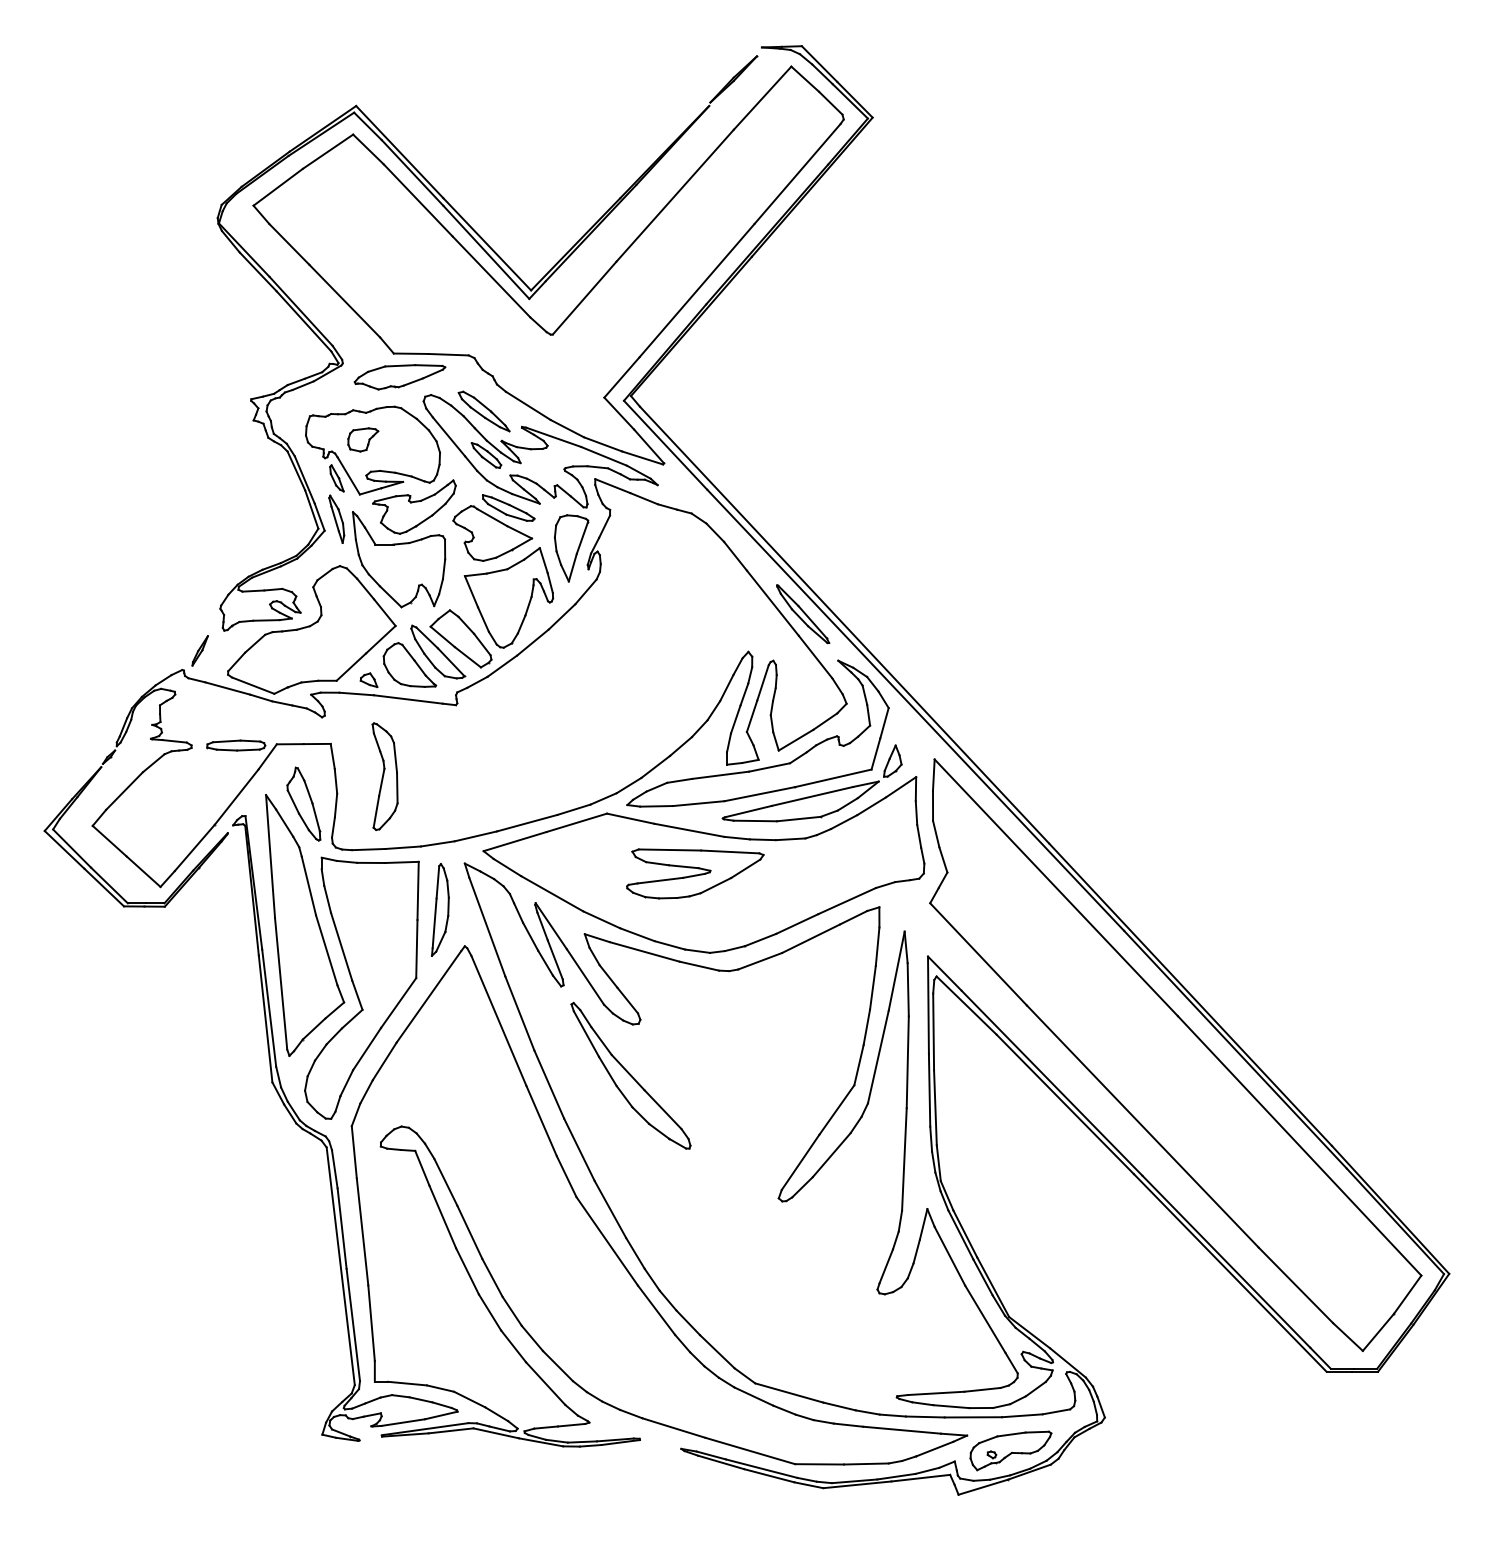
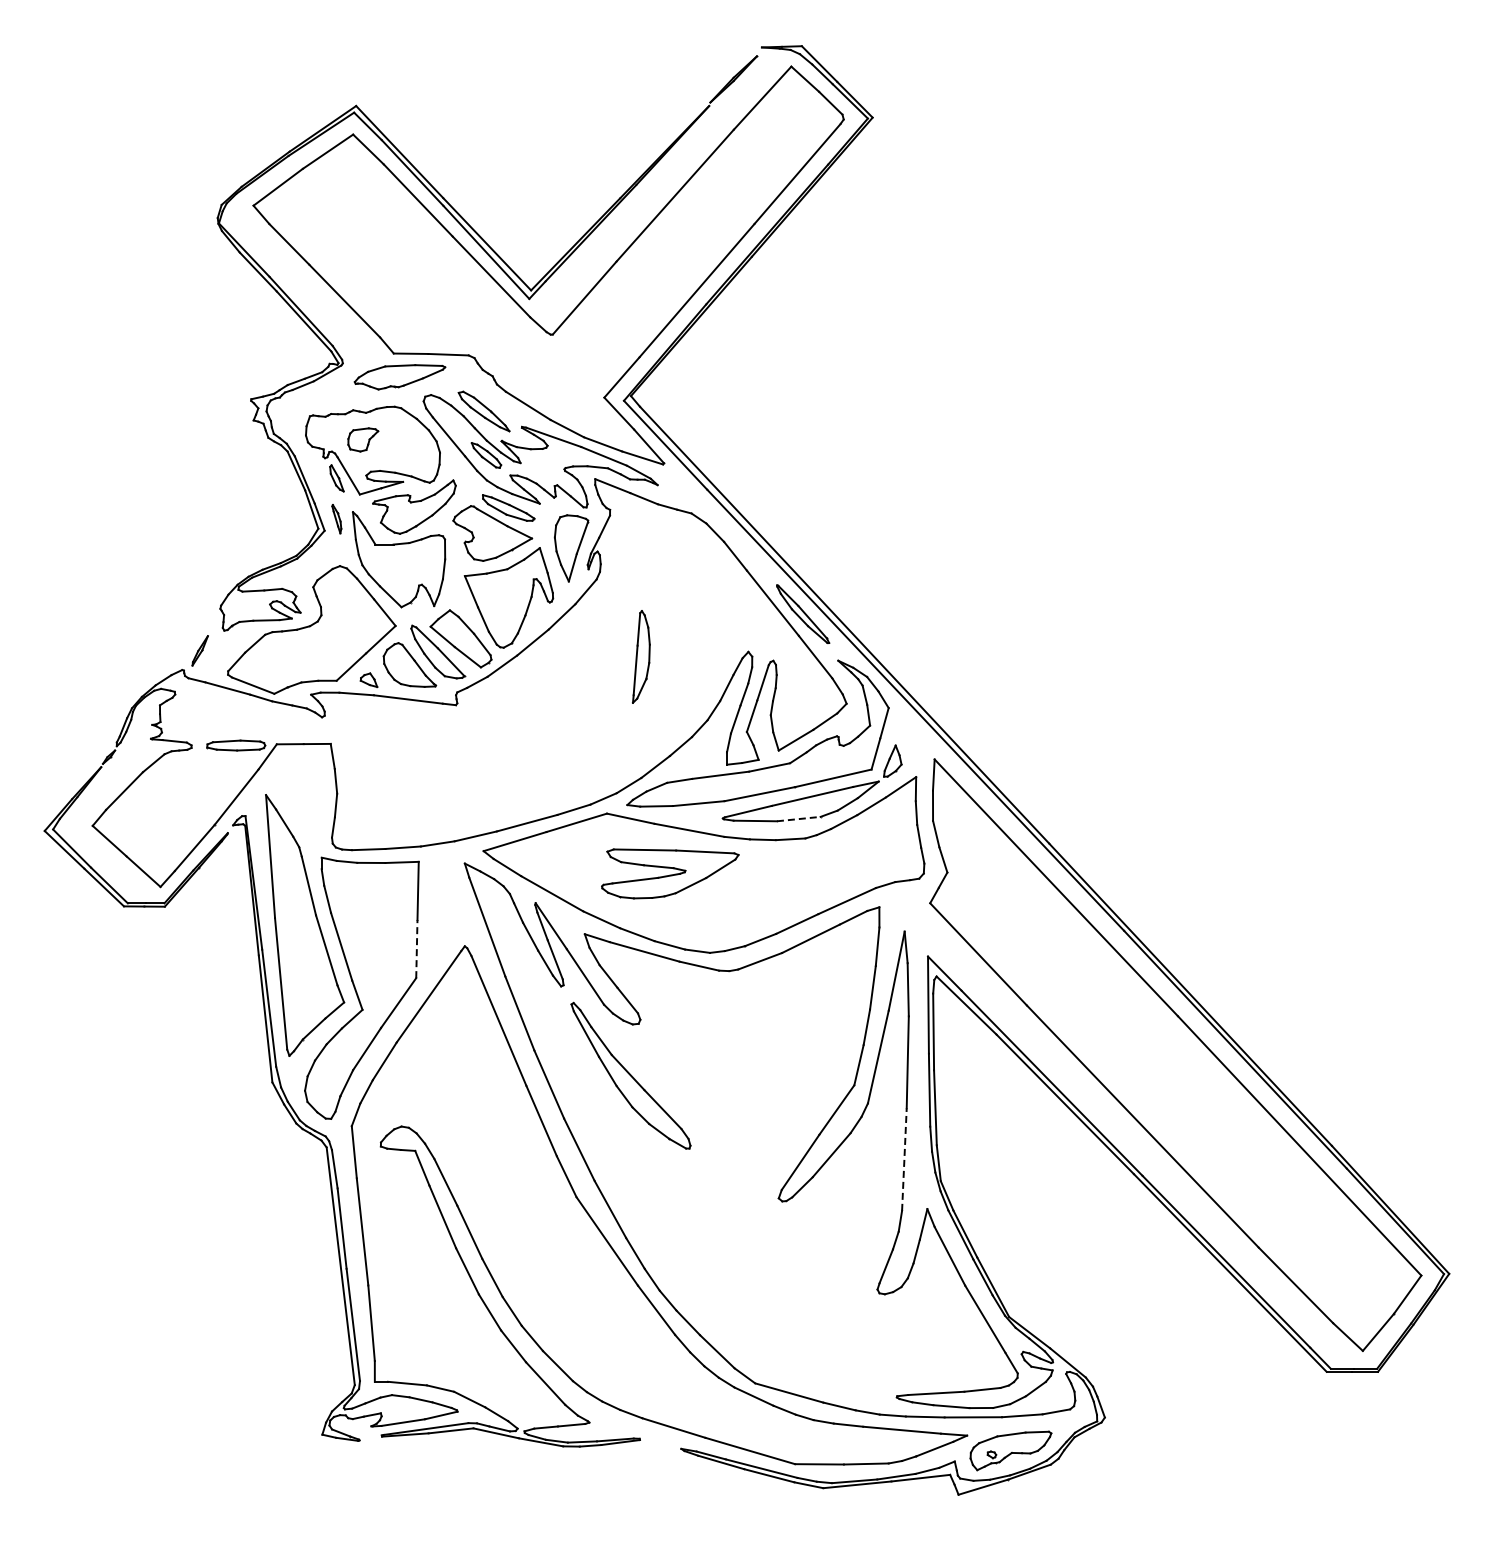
part at (336, 518) size: 18x50 px -> 12x31 px
part at (384, 776): present -> none
part at (303, 803): present -> none
line at (798, 819): solid -> dashed
part at (695, 873) position: (695, 873) -> (670, 873)
part at (440, 909) position: (440, 909) -> (641, 656)
line at (416, 948): solid -> dashed
line at (904, 1159): solid -> dashed
